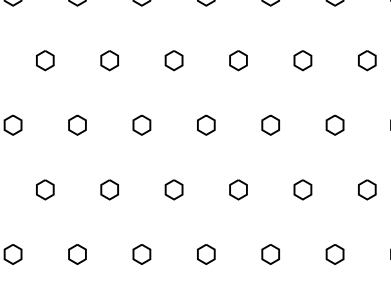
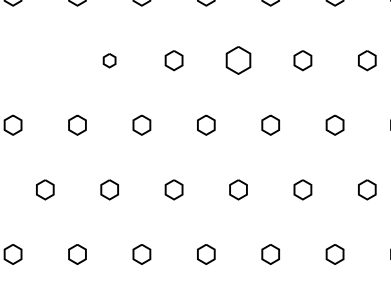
part at (45, 60): present -> none
part at (109, 60) size: 19x22 px -> 15x16 px
part at (238, 60) size: 19x22 px -> 27x29 px
